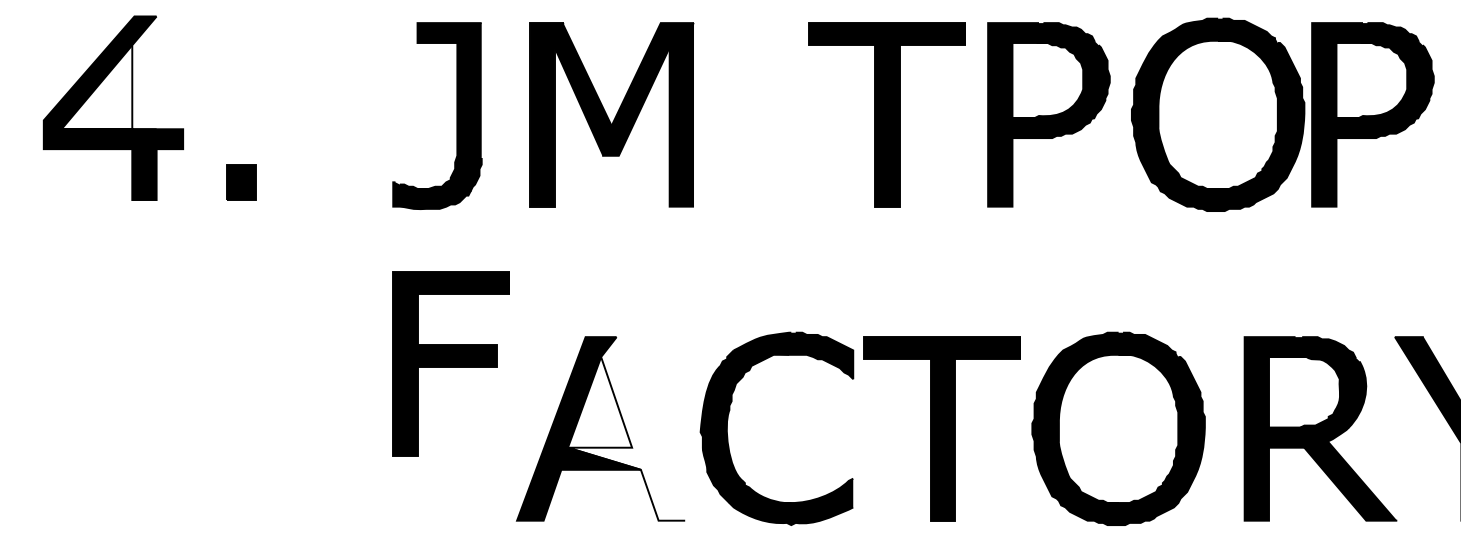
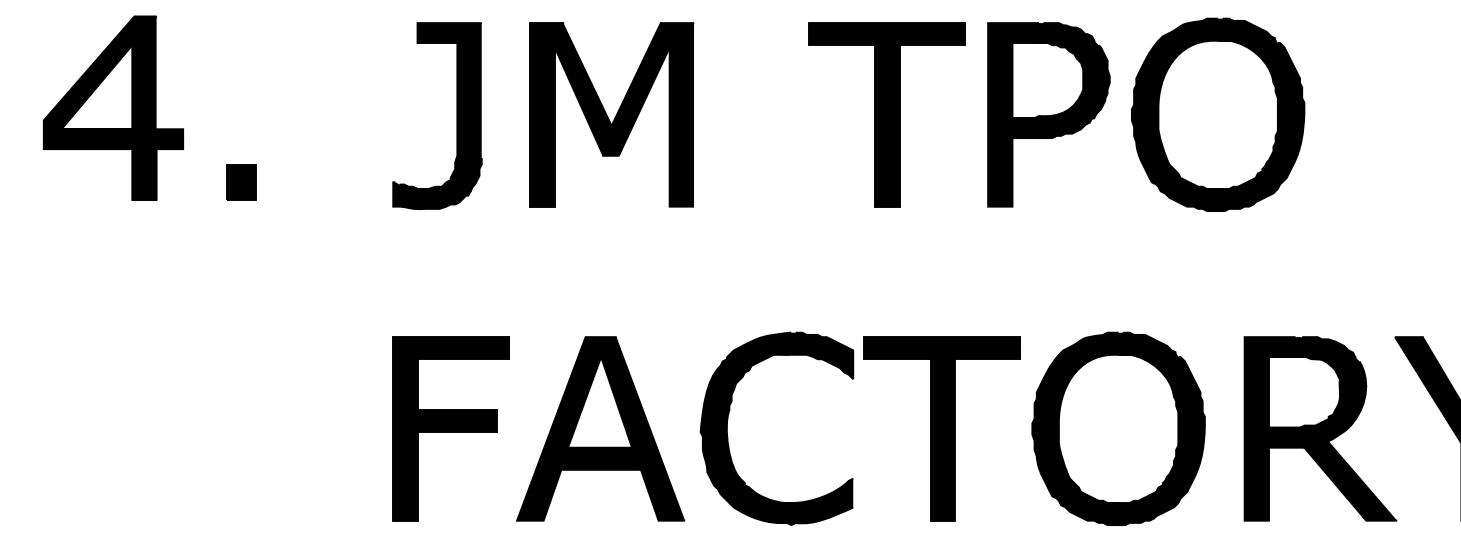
fill at (108, 72): none -> present
part at (1372, 114): present -> none
part at (450, 363) position: (450, 363) -> (450, 428)
fill at (626, 428): none -> present
